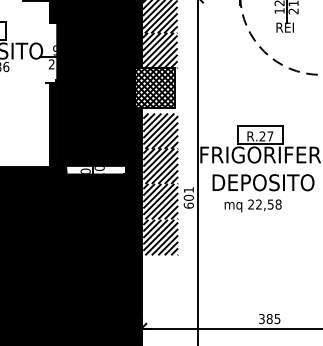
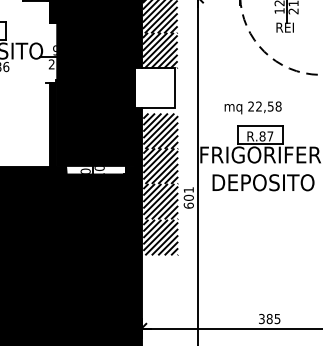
hatch at (154, 87): present -> none
text at (262, 136): R.27 -> R.87
text at (252, 205) position: (252, 205) -> (252, 107)
